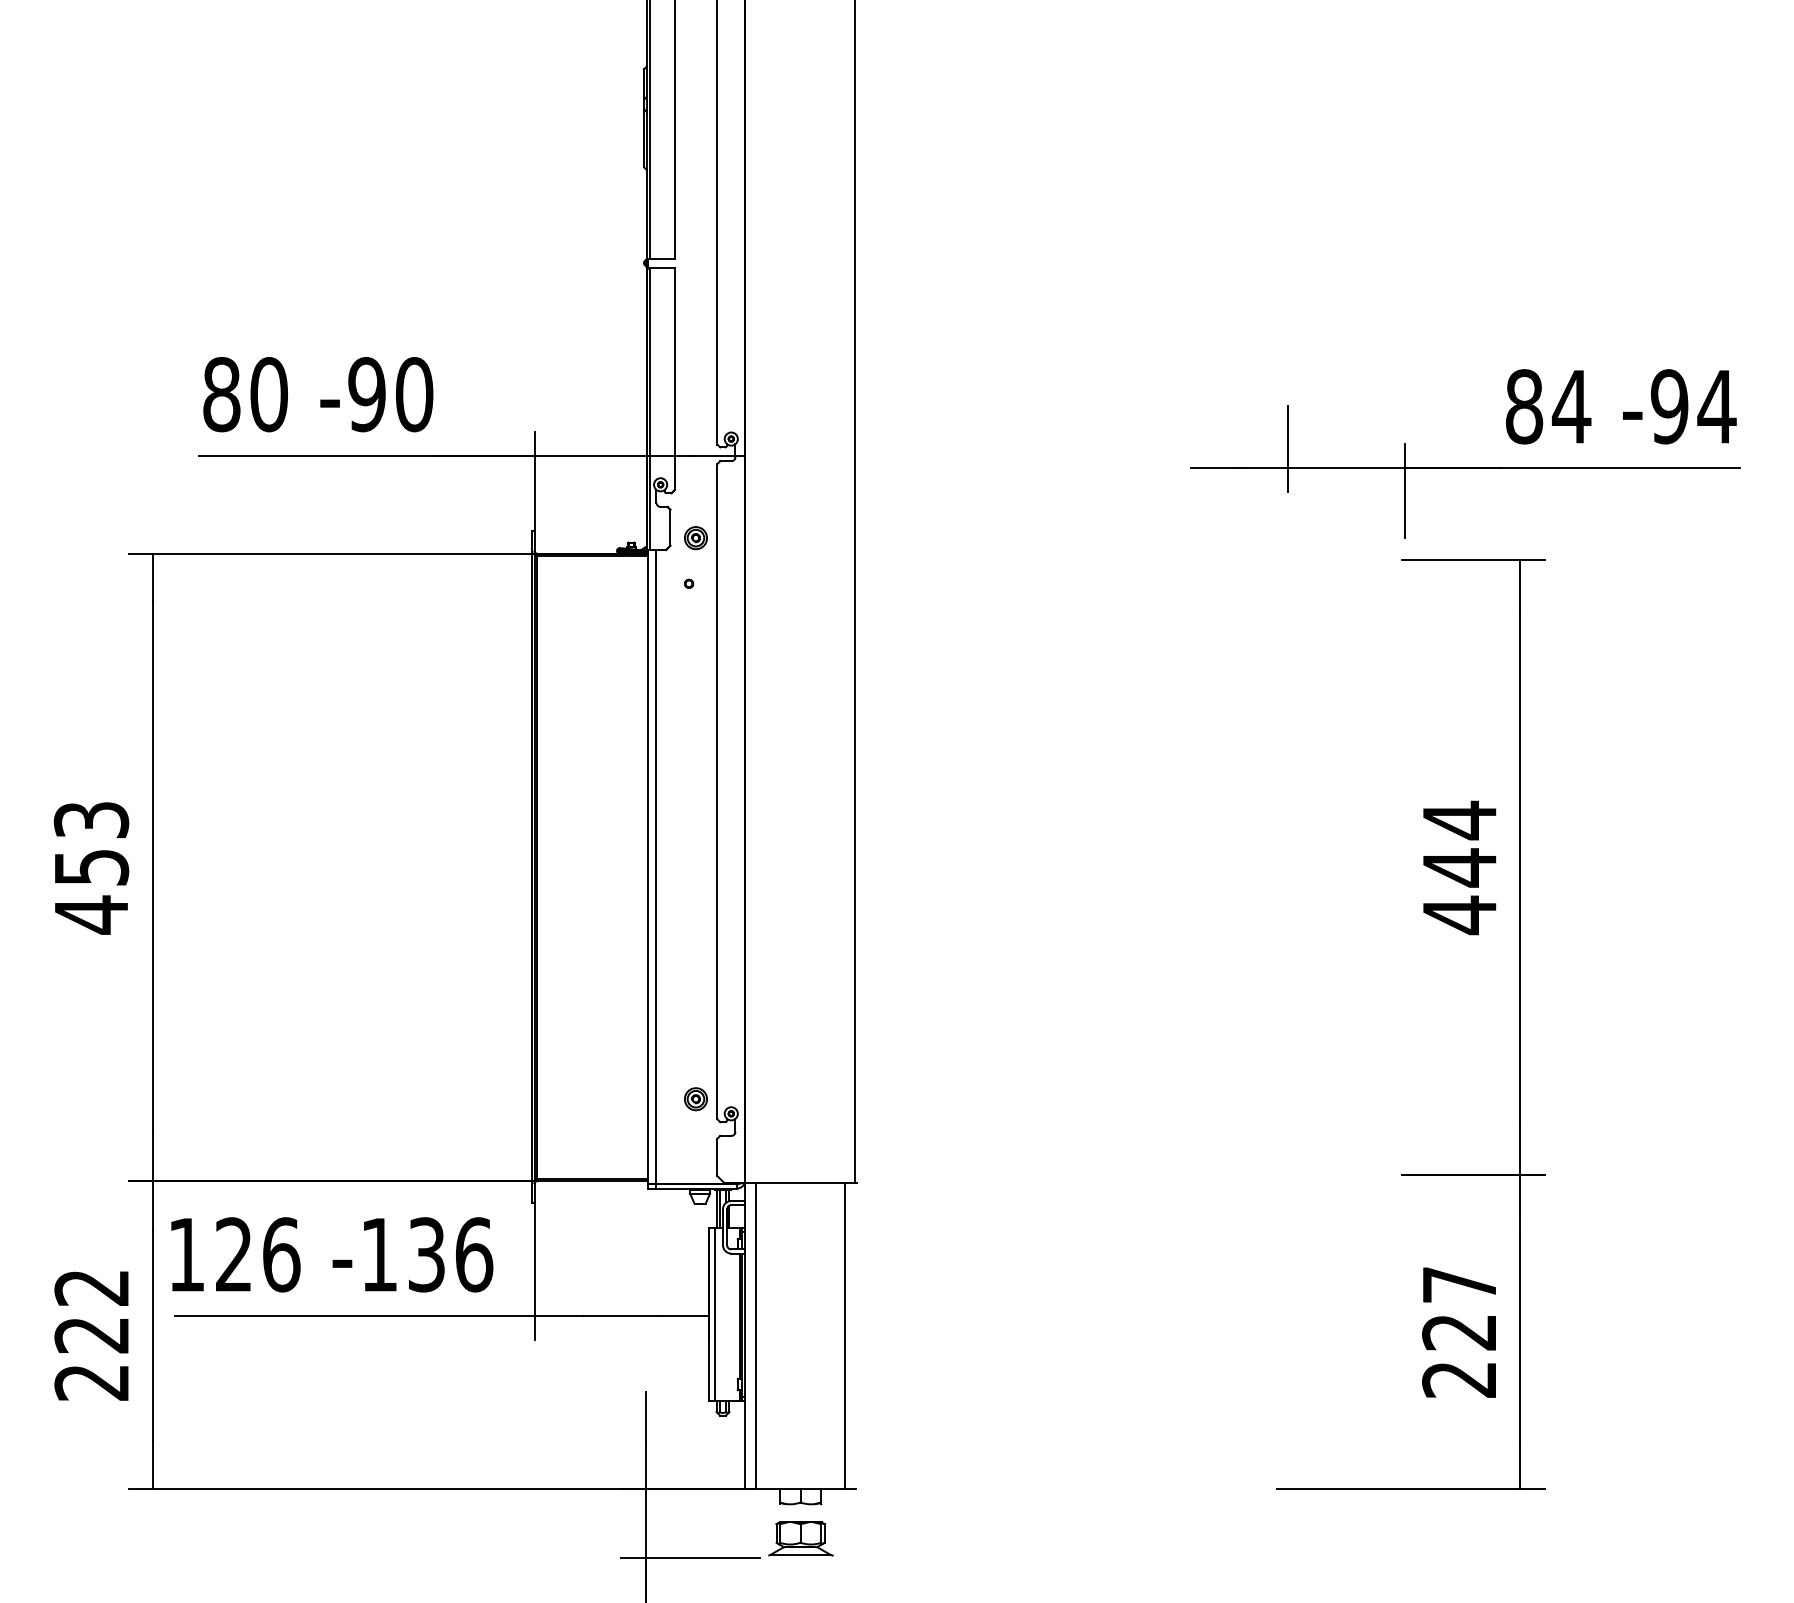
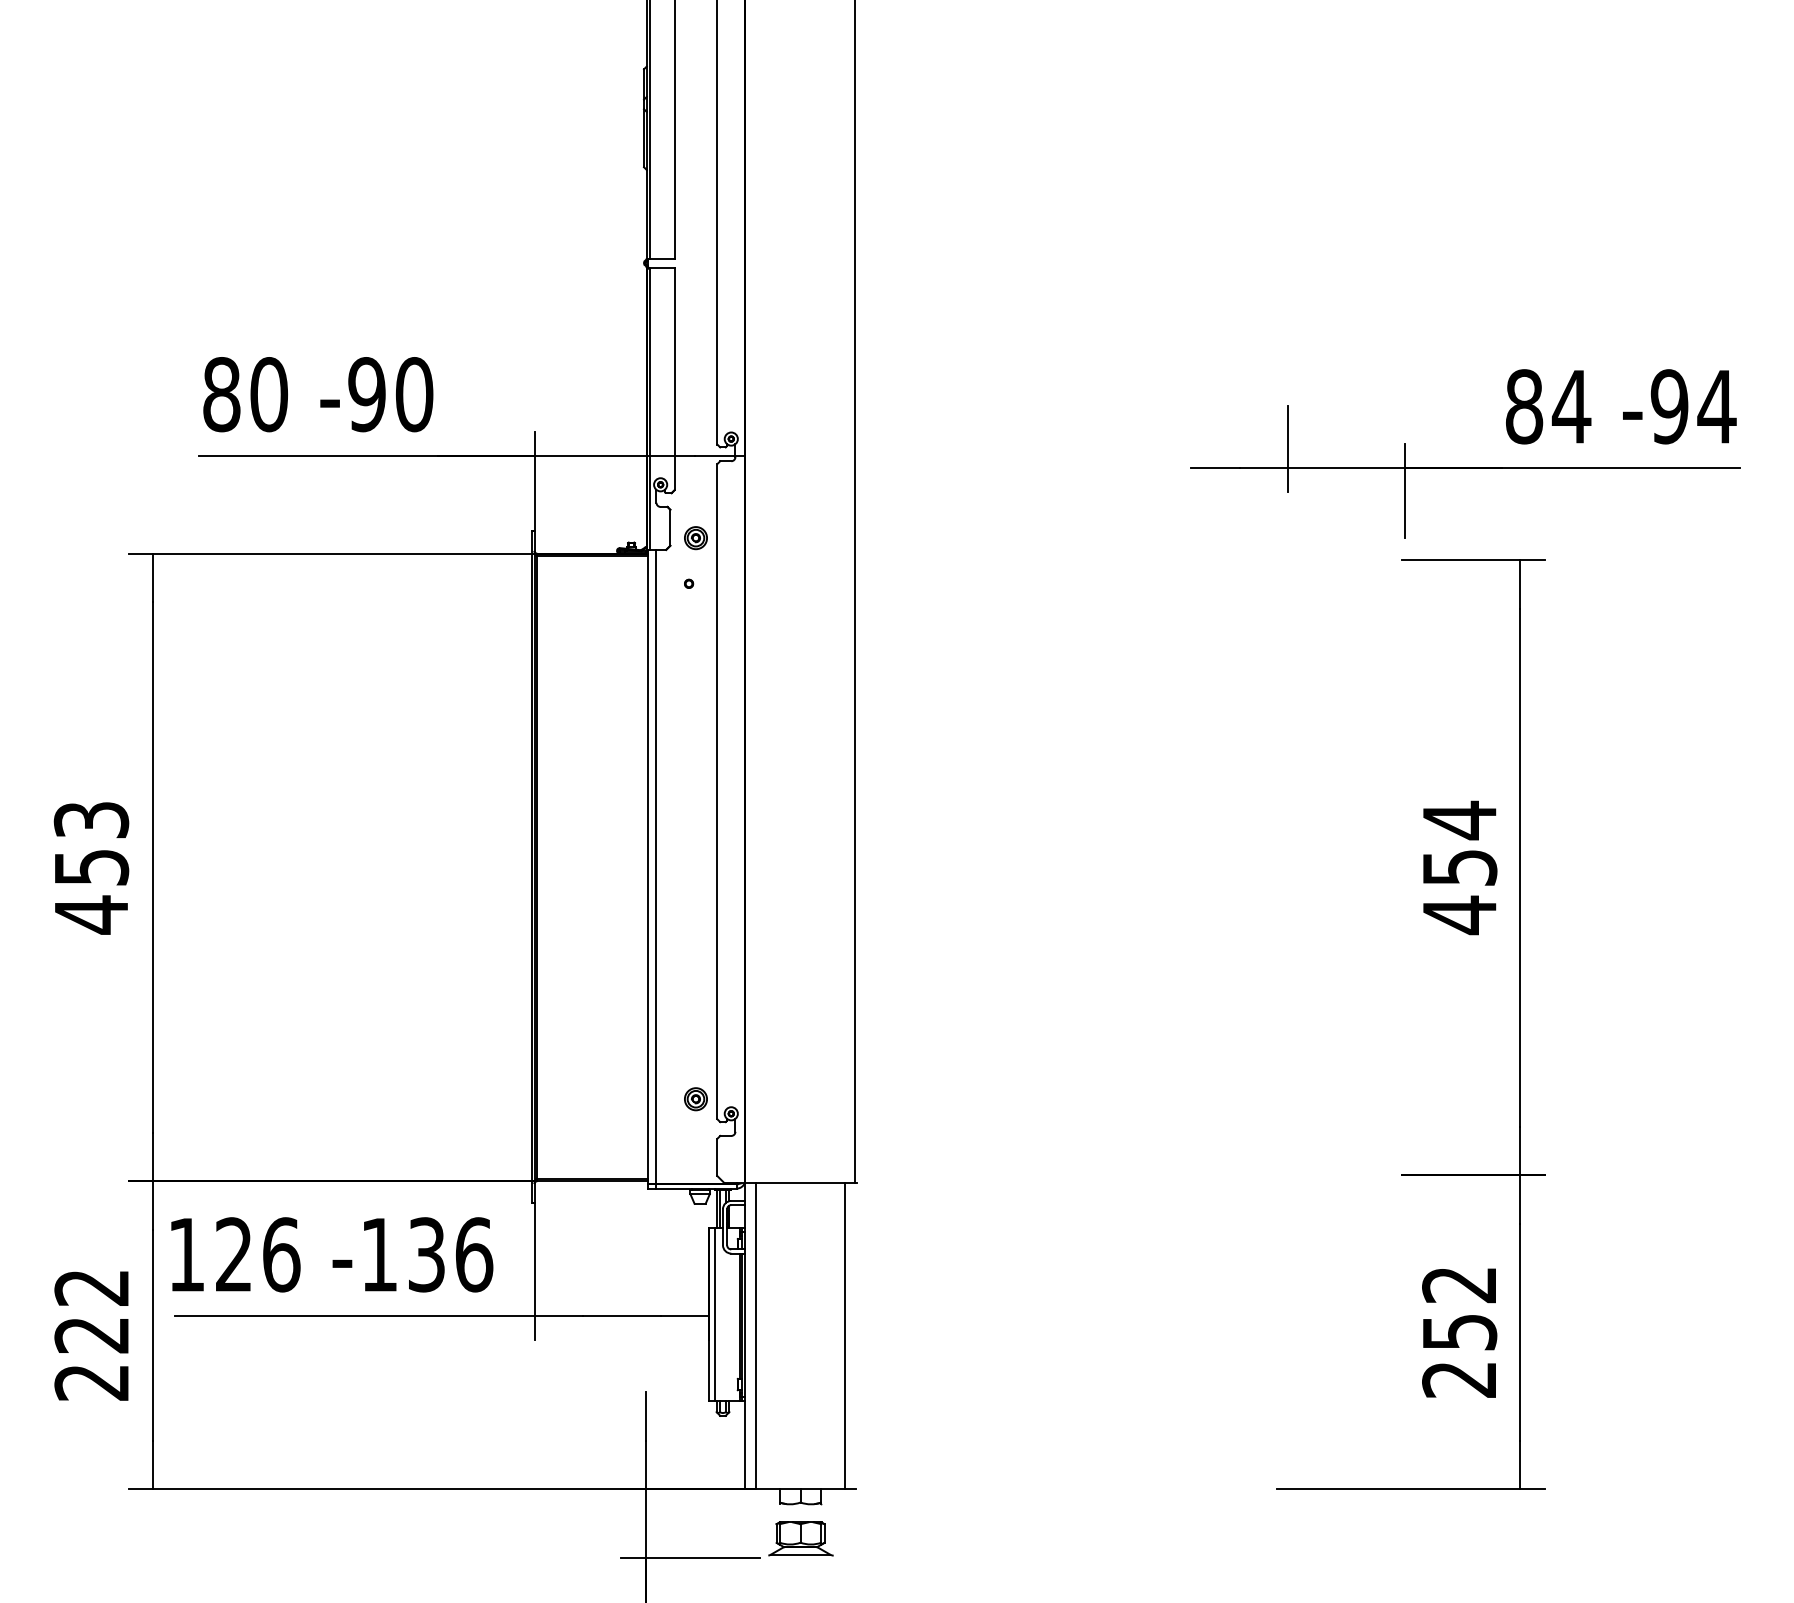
text at (1460, 867): 444 -> 454
text at (1459, 1308): 227 -> 252
